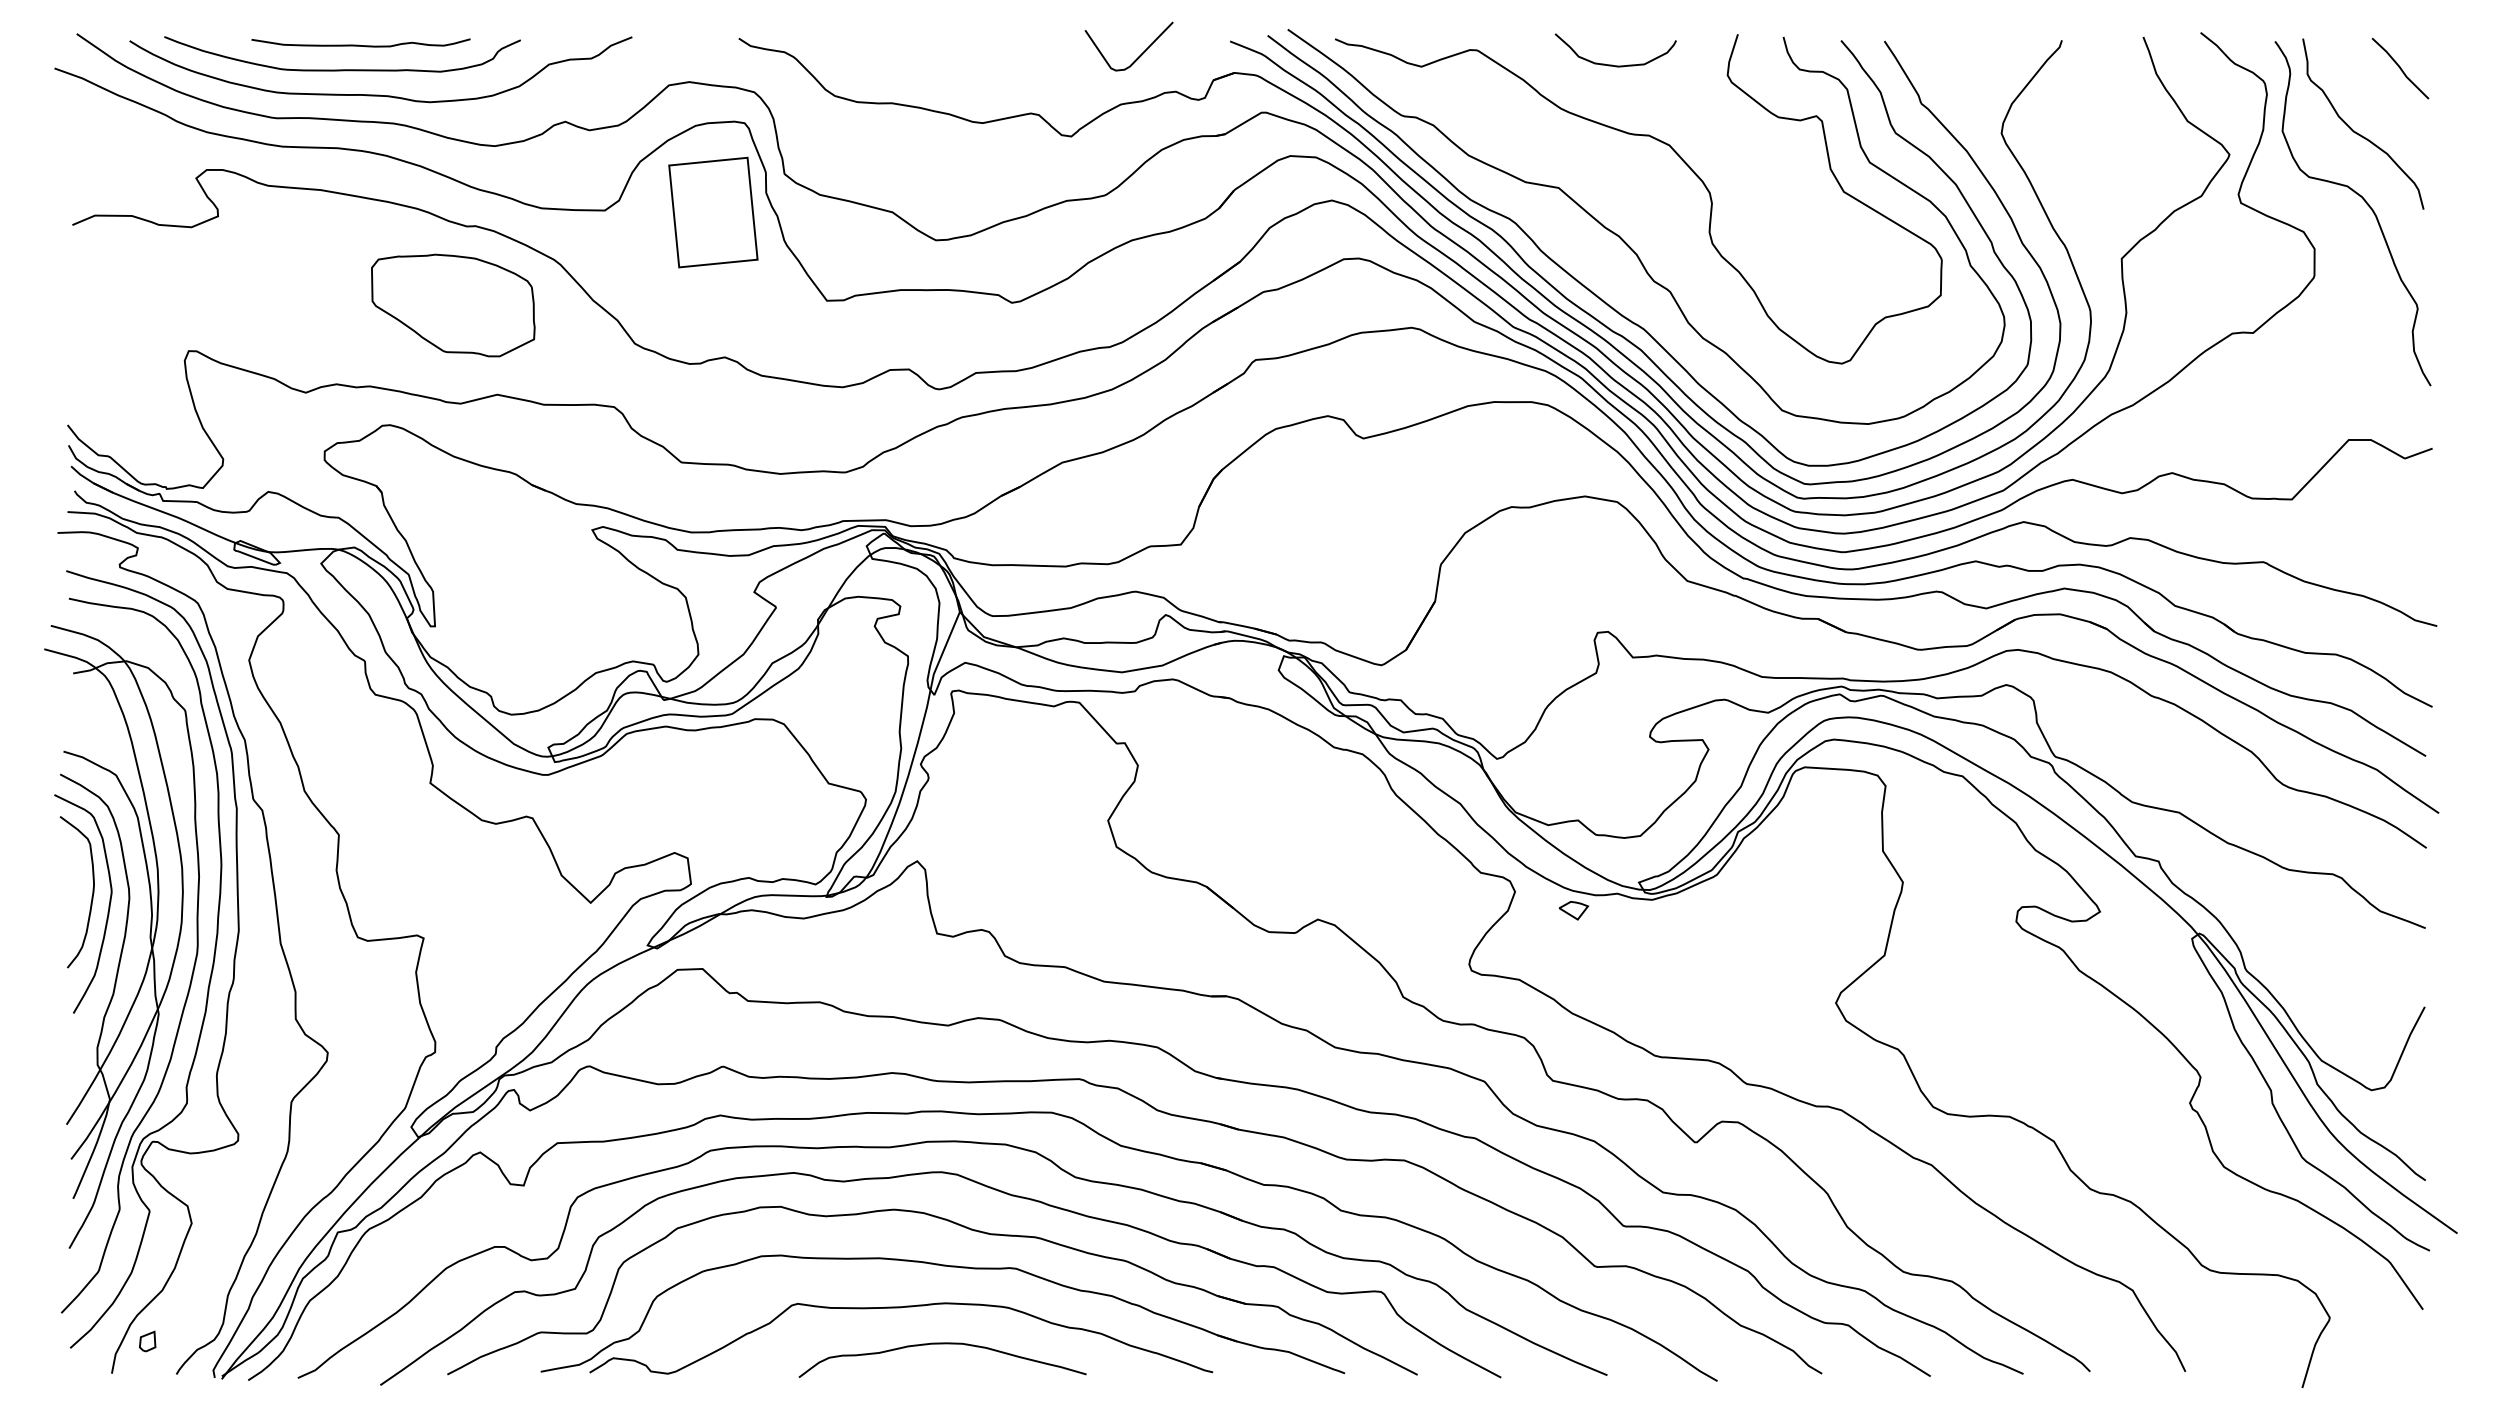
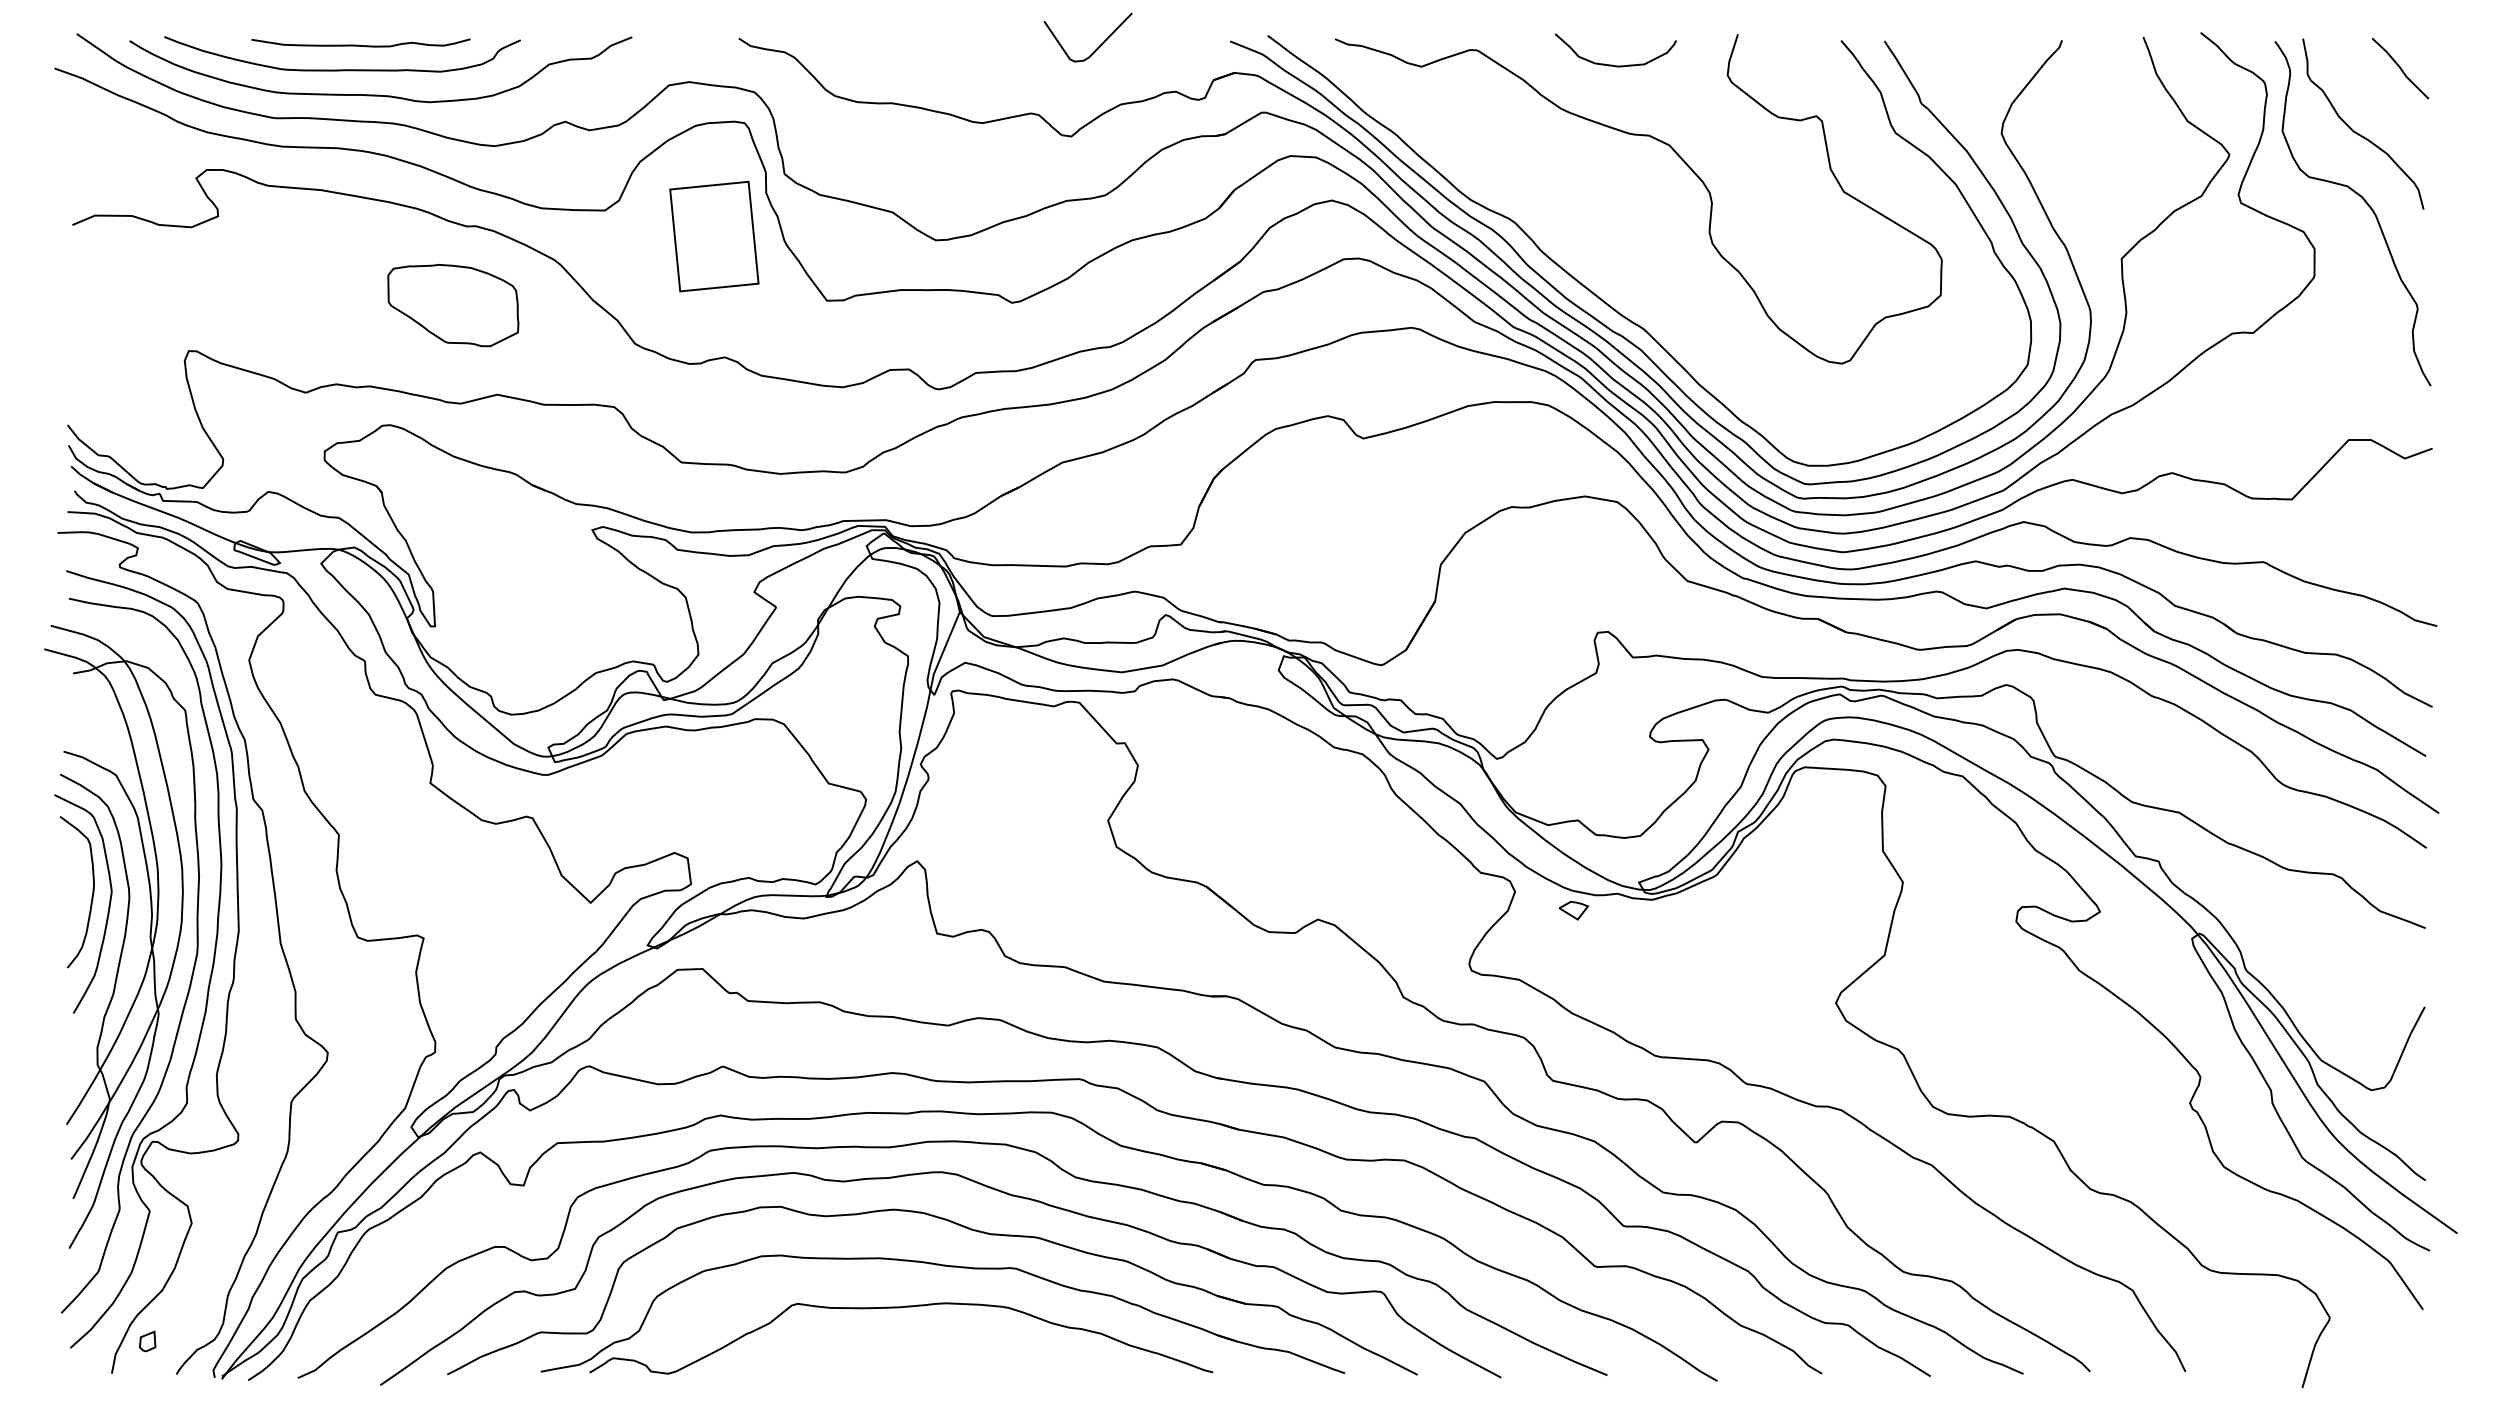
curve at (1138, 56) position: (1138, 56) -> (1097, 47)
part at (713, 212) position: (713, 212) -> (714, 236)
curve at (1628, 244): present -> none
part at (453, 305) size: 165x105 px -> 133x84 px
curve at (942, 1344): present -> none
